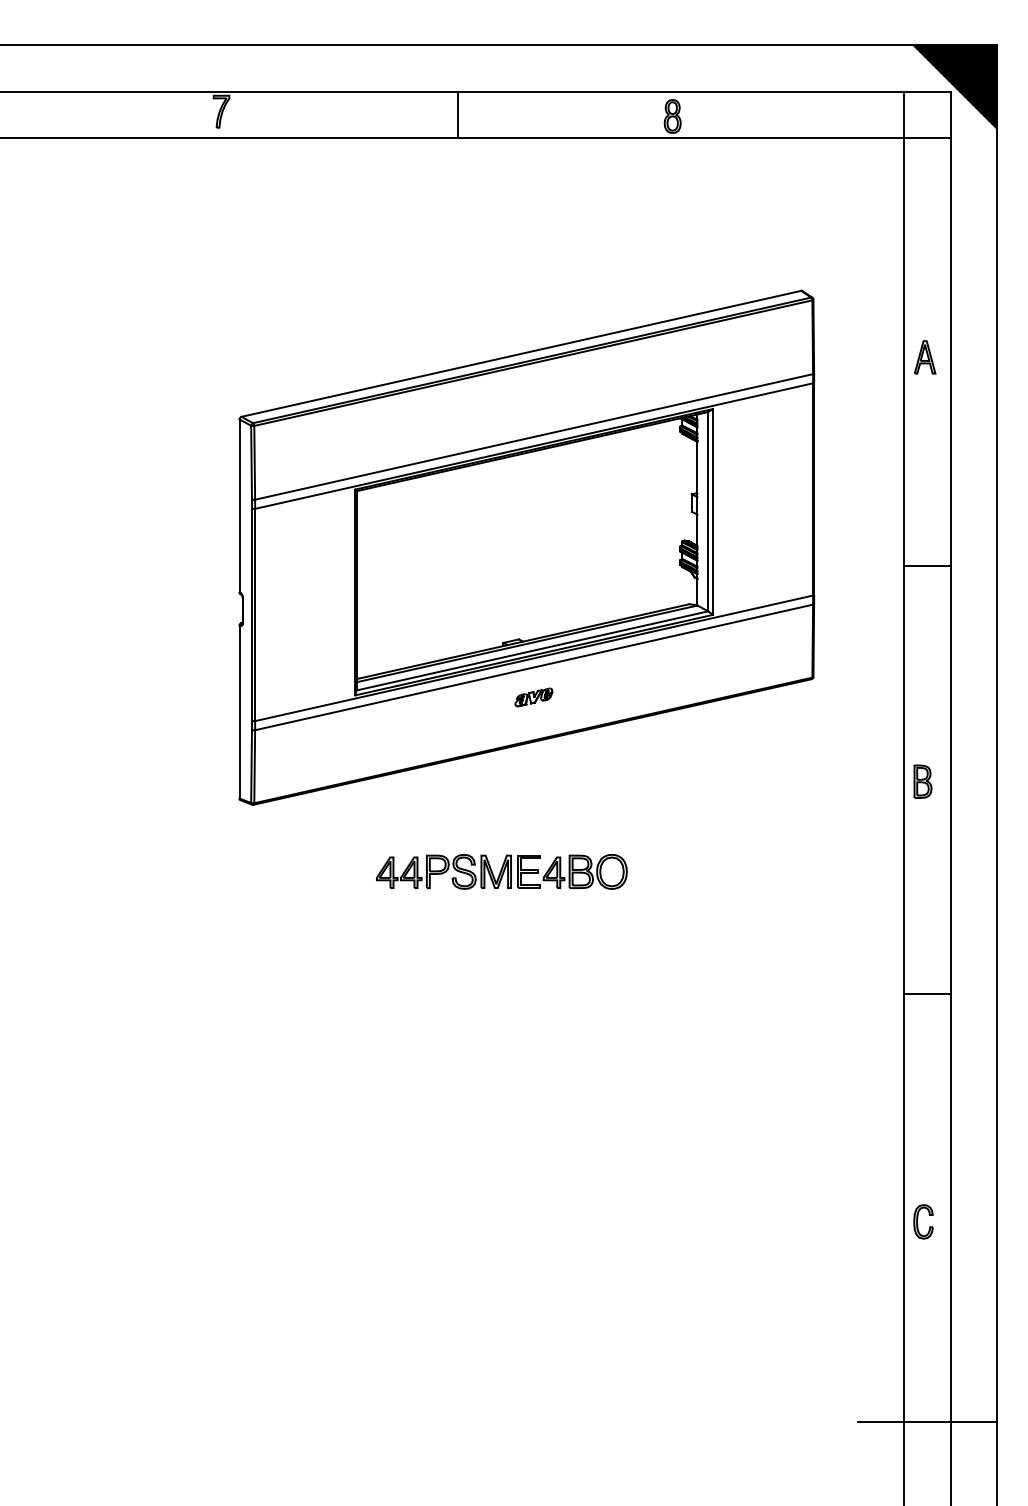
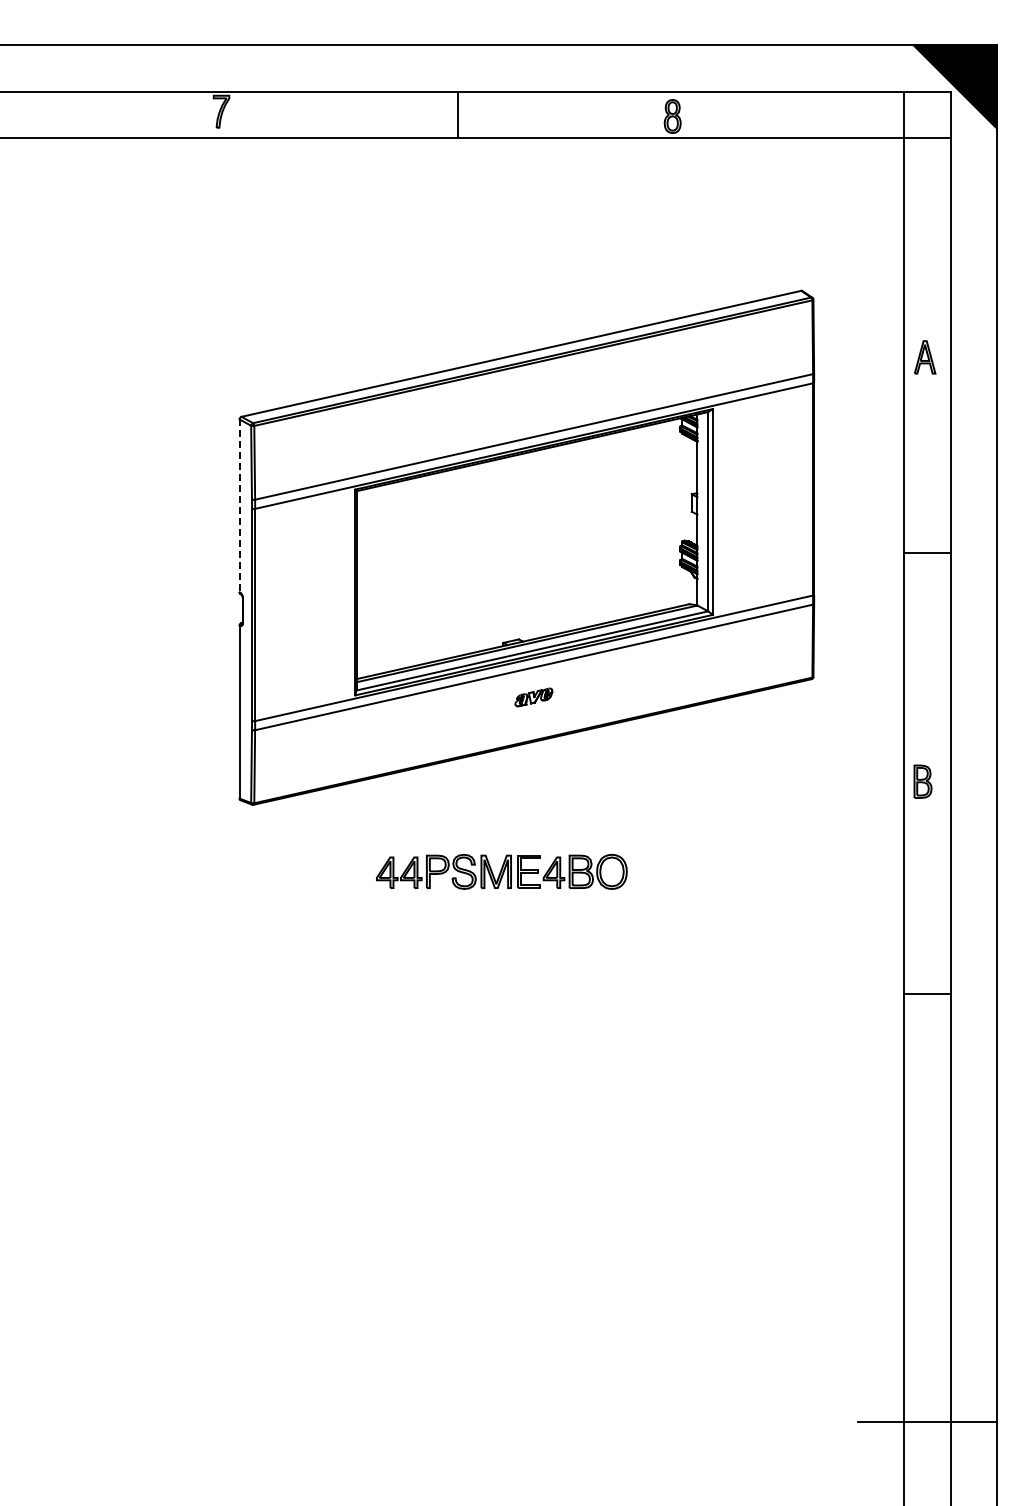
line at (239, 506): solid -> dashed
line at (927, 566) position: (927, 566) -> (927, 553)
part at (923, 1221): present -> none
